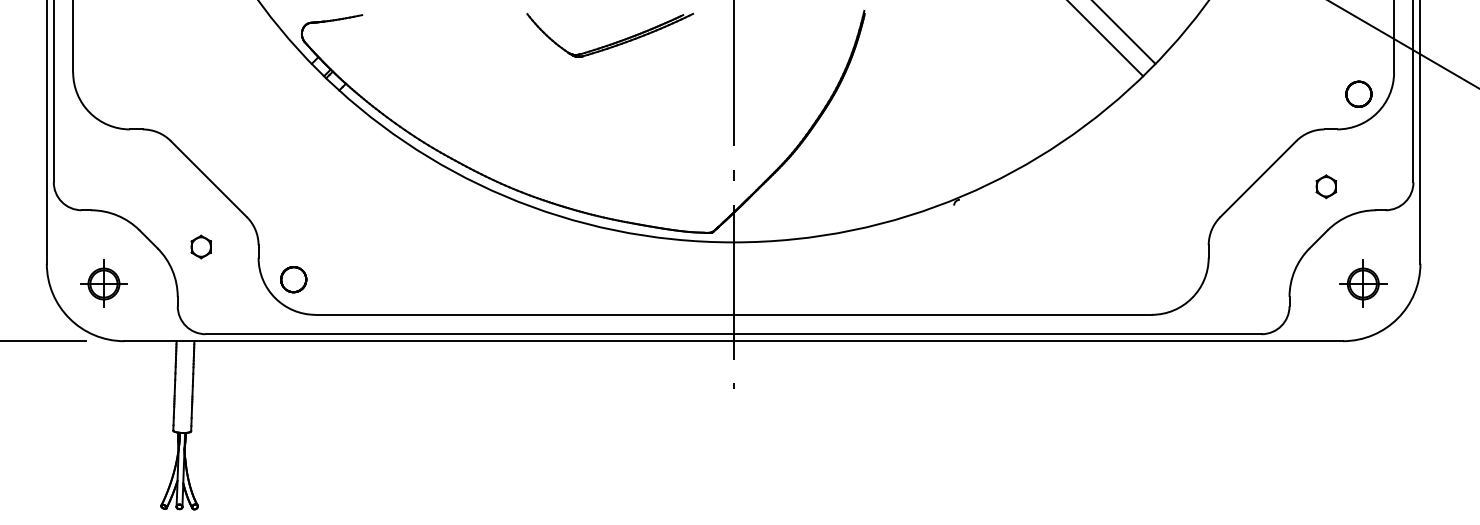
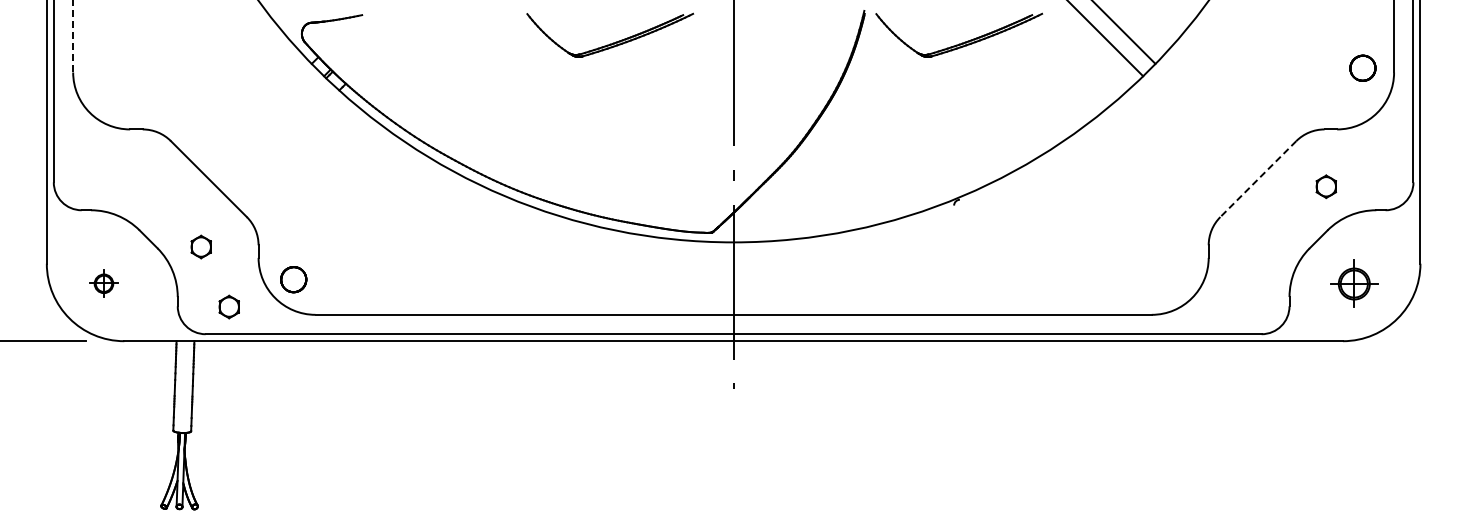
line at (73, 36): solid -> dashed
part at (962, 42): none -> present
line at (1403, 44): present -> none
part at (1358, 93) position: (1358, 93) -> (1362, 67)
line at (1258, 179): solid -> dashed
part at (103, 283) size: 48x49 px -> 30x29 px
part at (1363, 283) position: (1363, 283) -> (1354, 283)
part at (228, 306): none -> present
